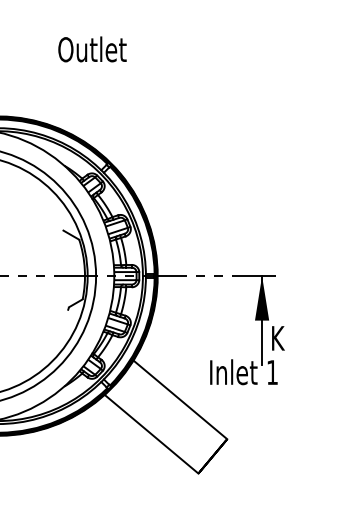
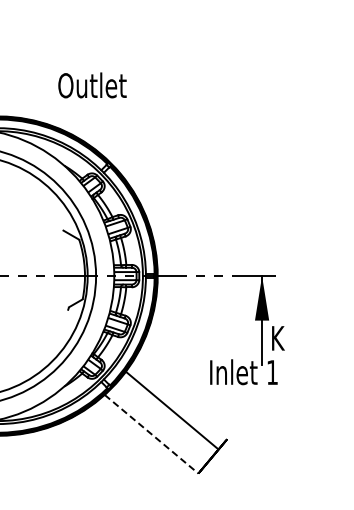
text at (92, 49) position: (92, 49) -> (92, 85)
line at (180, 399) position: (180, 399) -> (171, 409)
line at (151, 434): solid -> dashed
